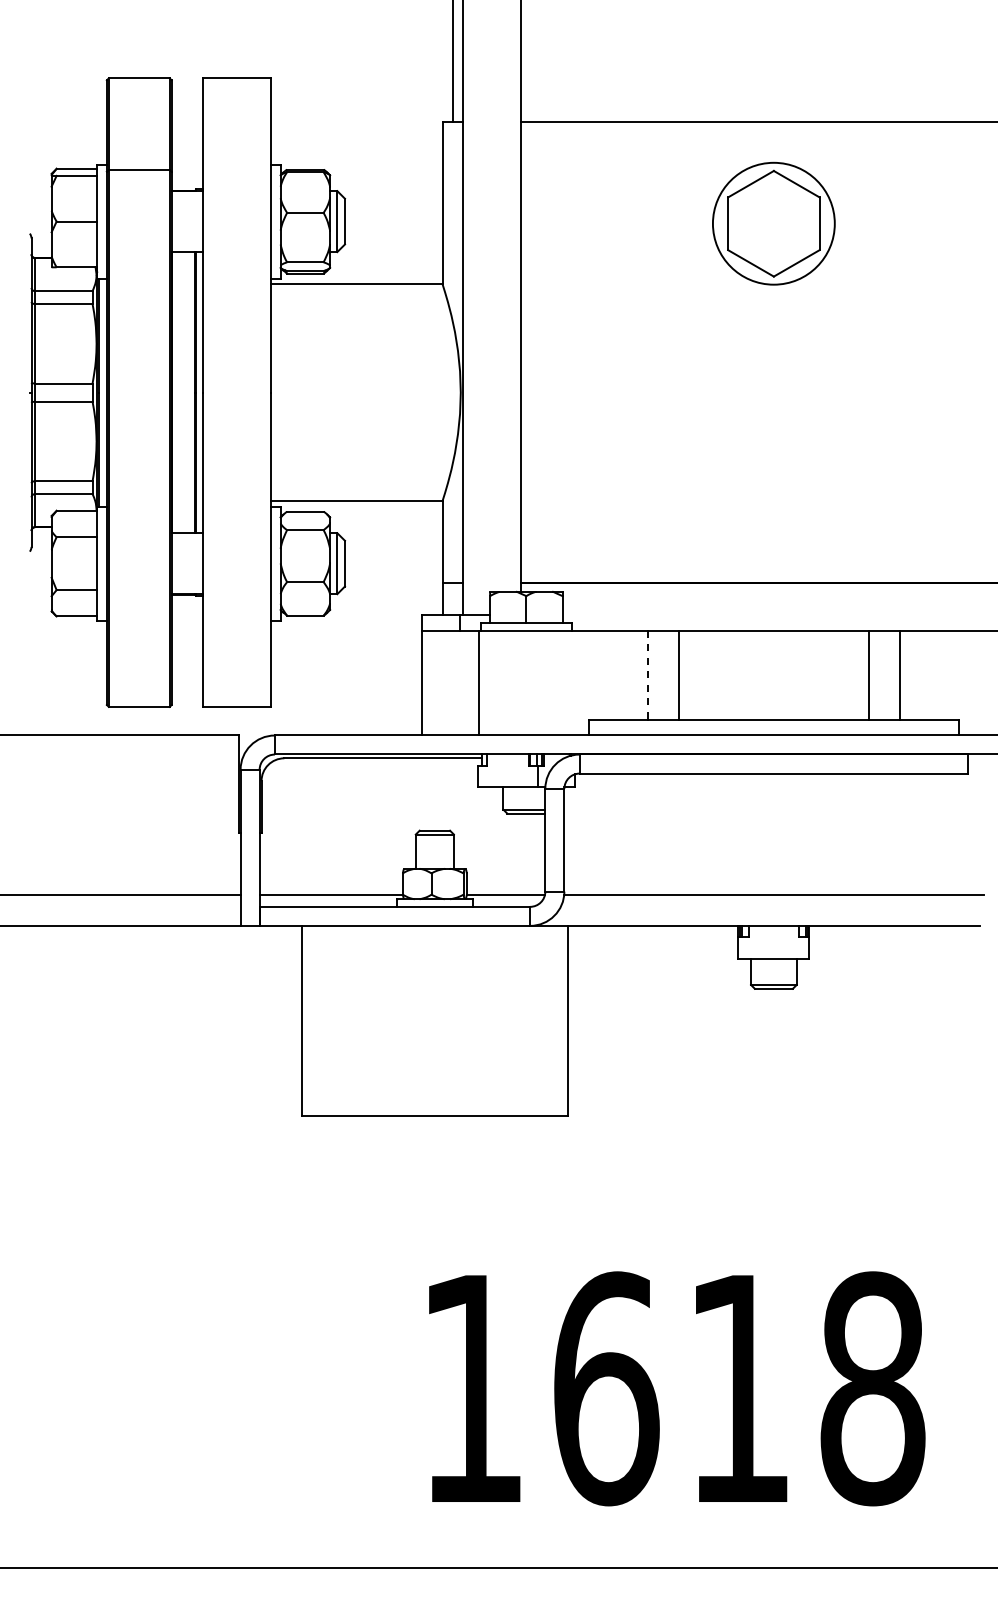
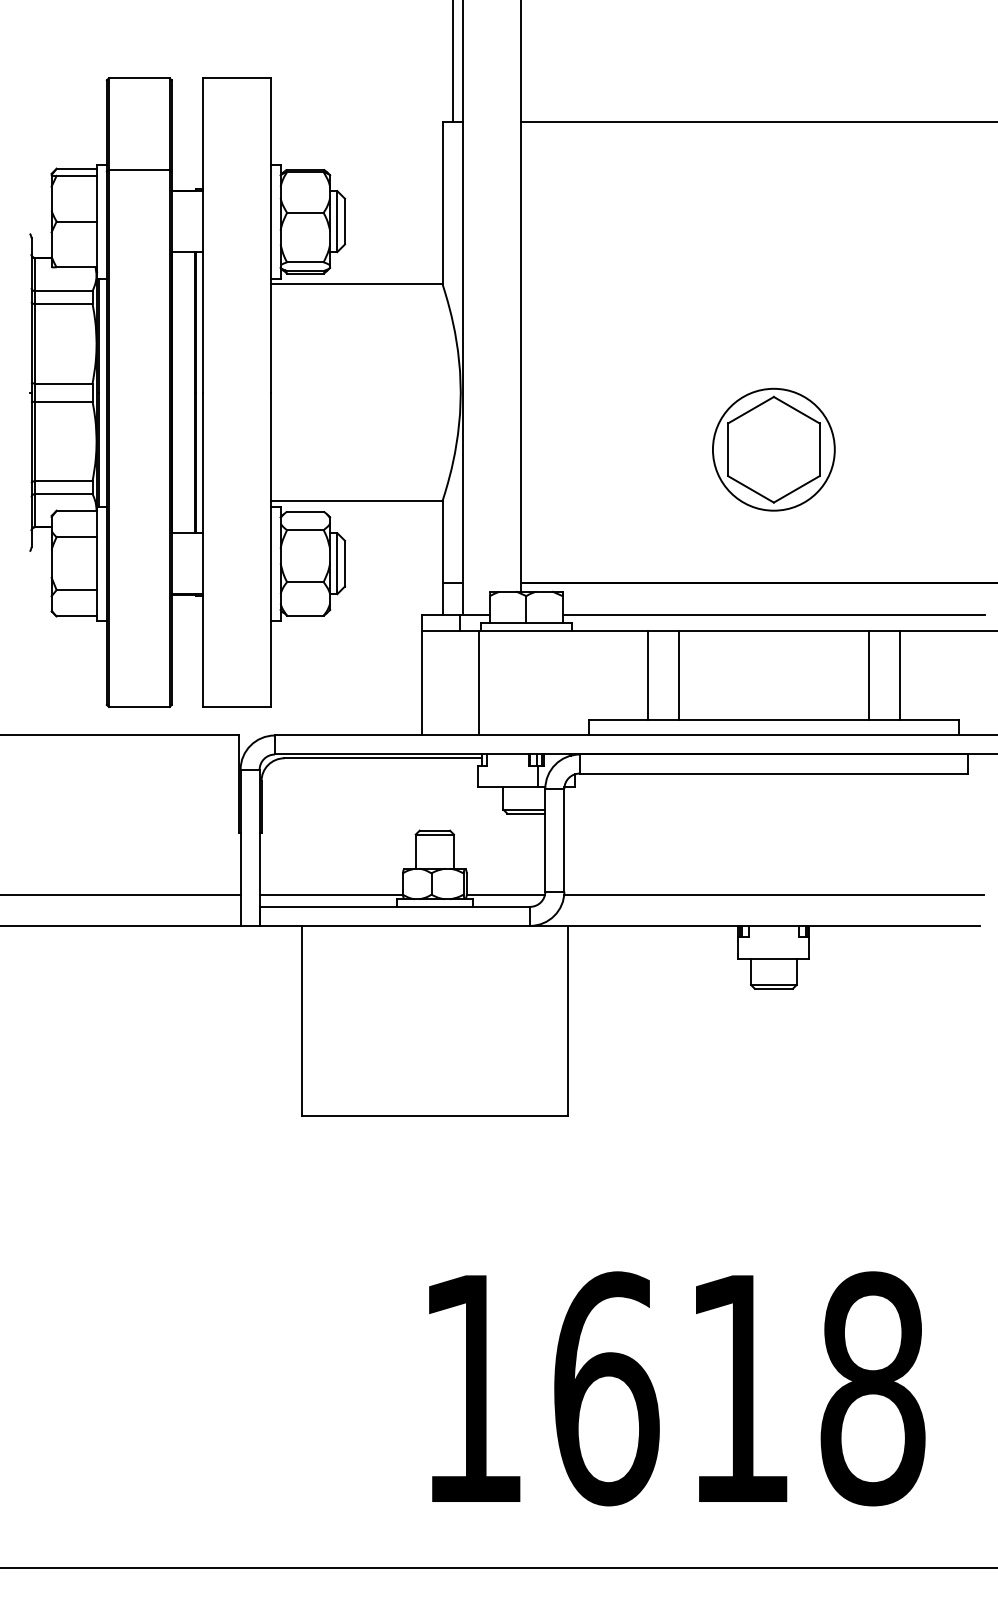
part at (773, 223) position: (773, 223) -> (773, 449)
line at (773, 615): none -> present
line at (647, 675): dashed -> solid
